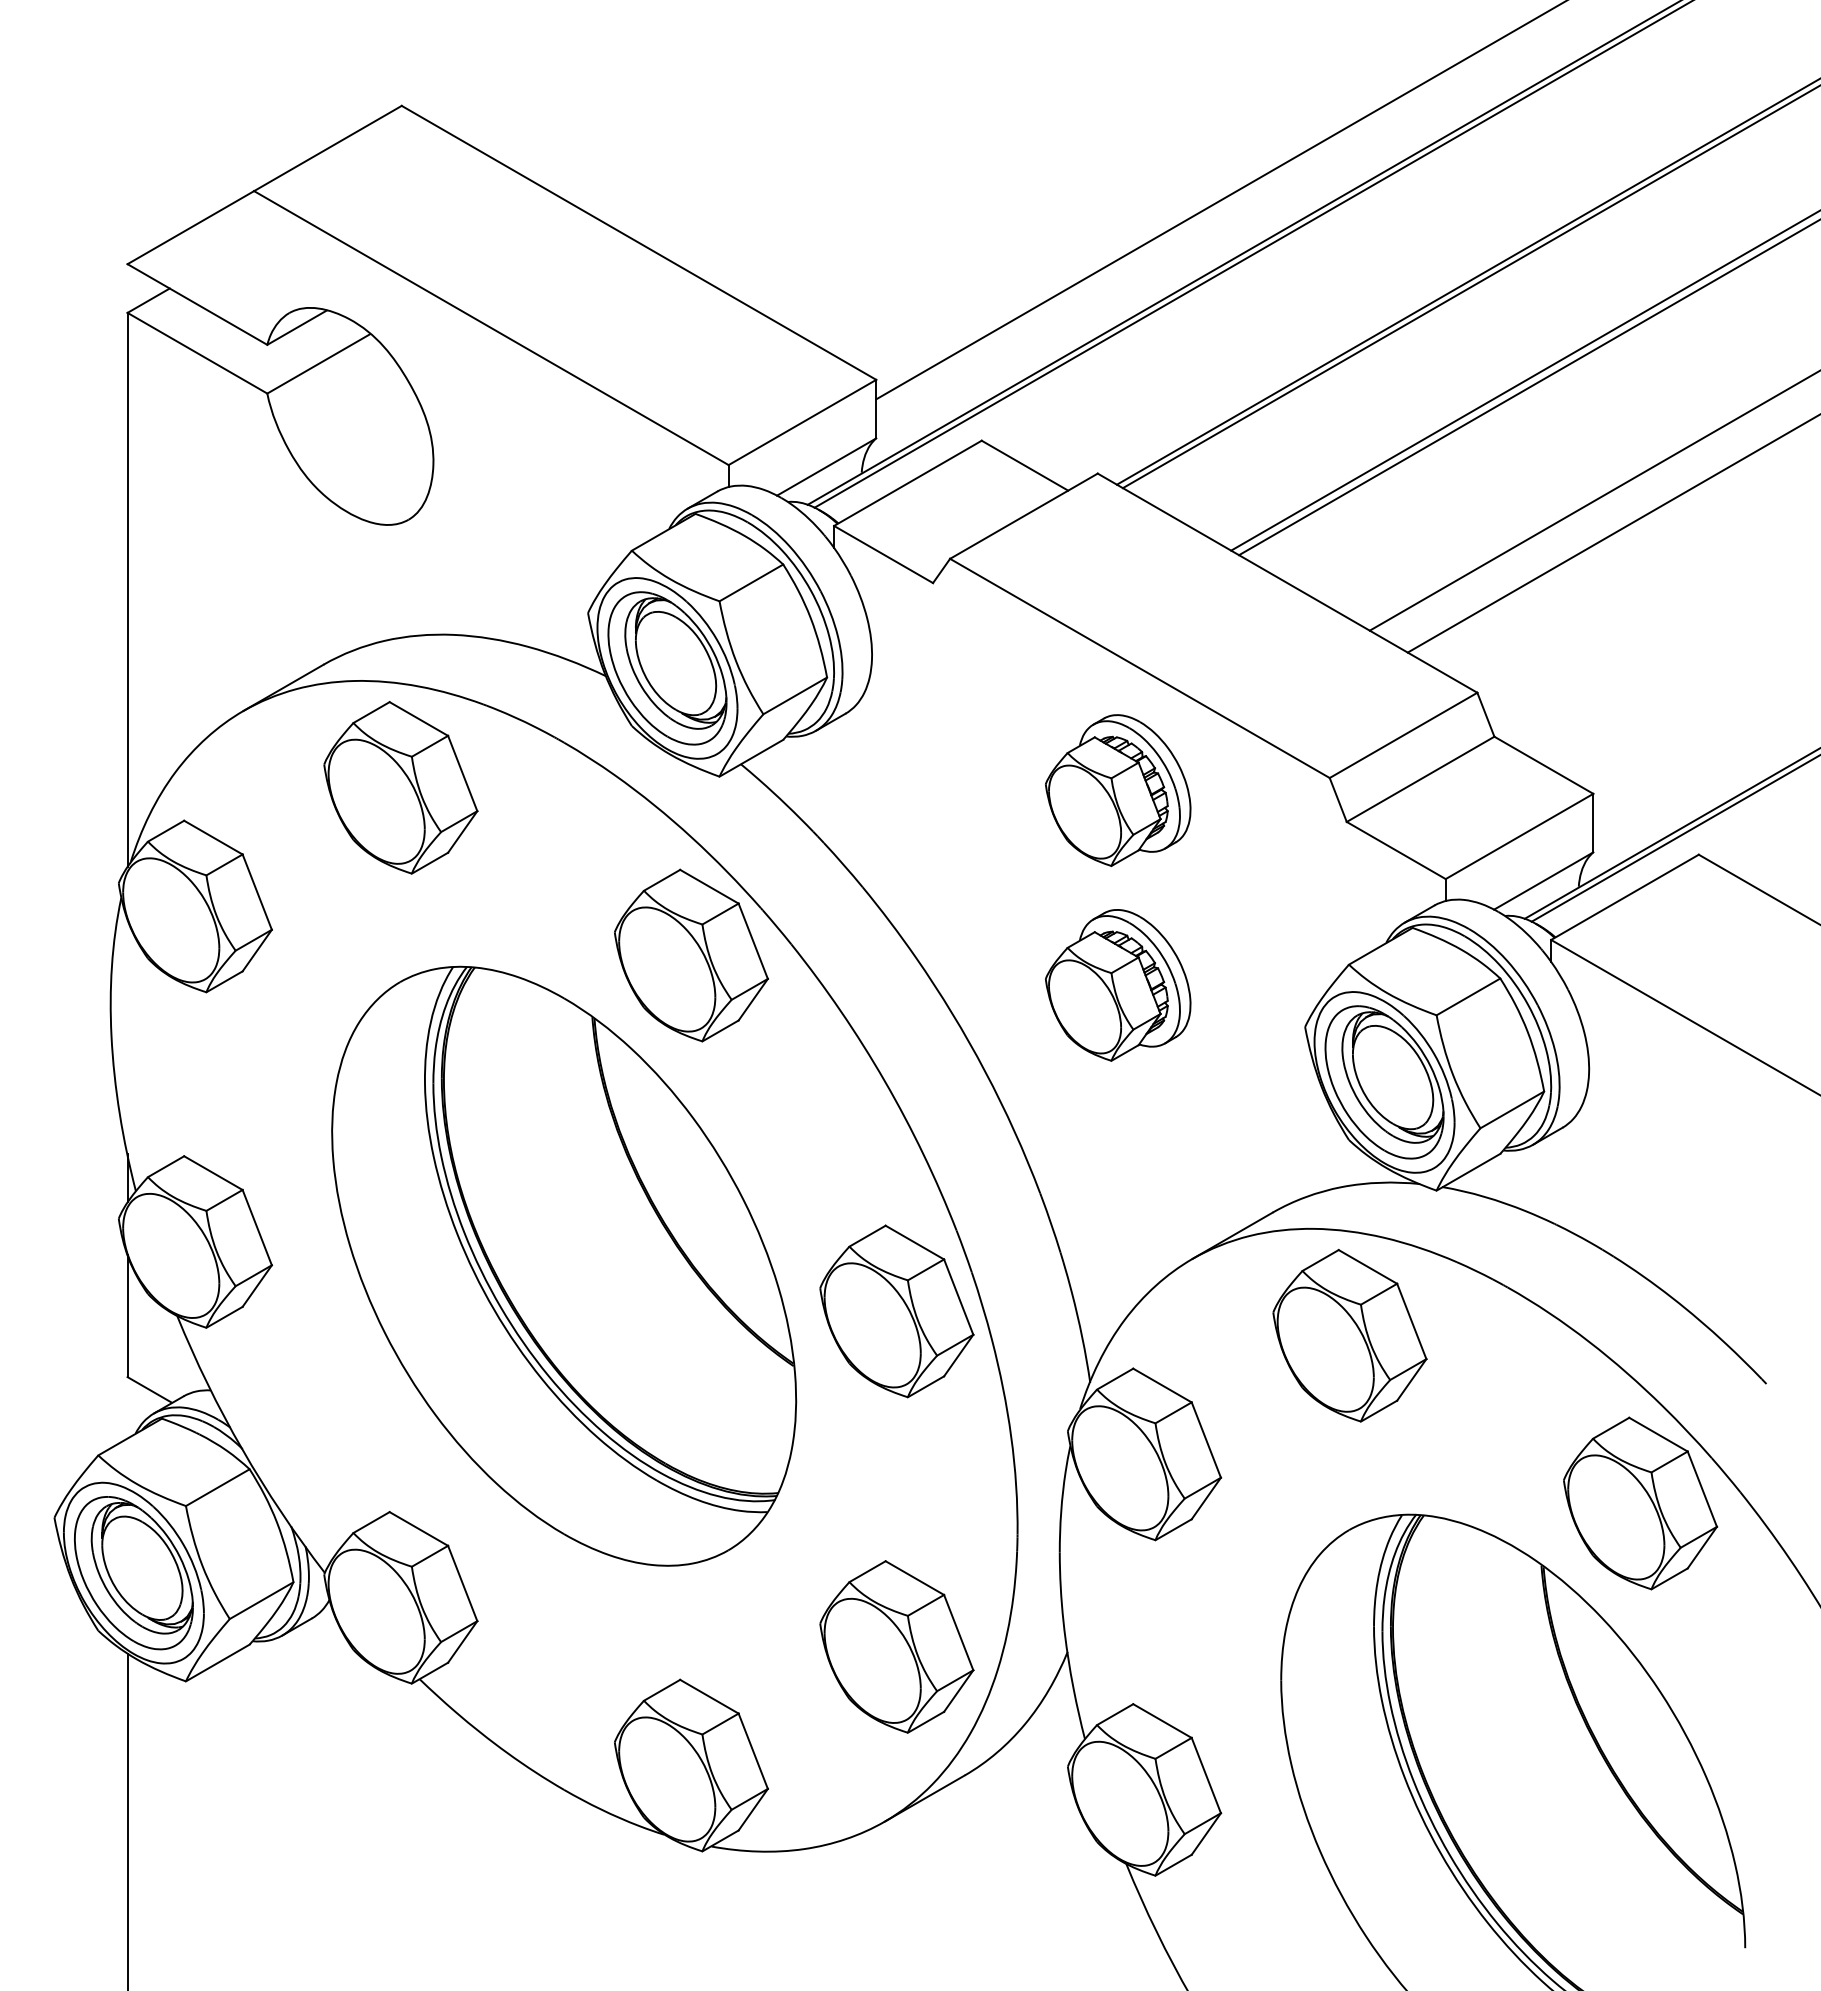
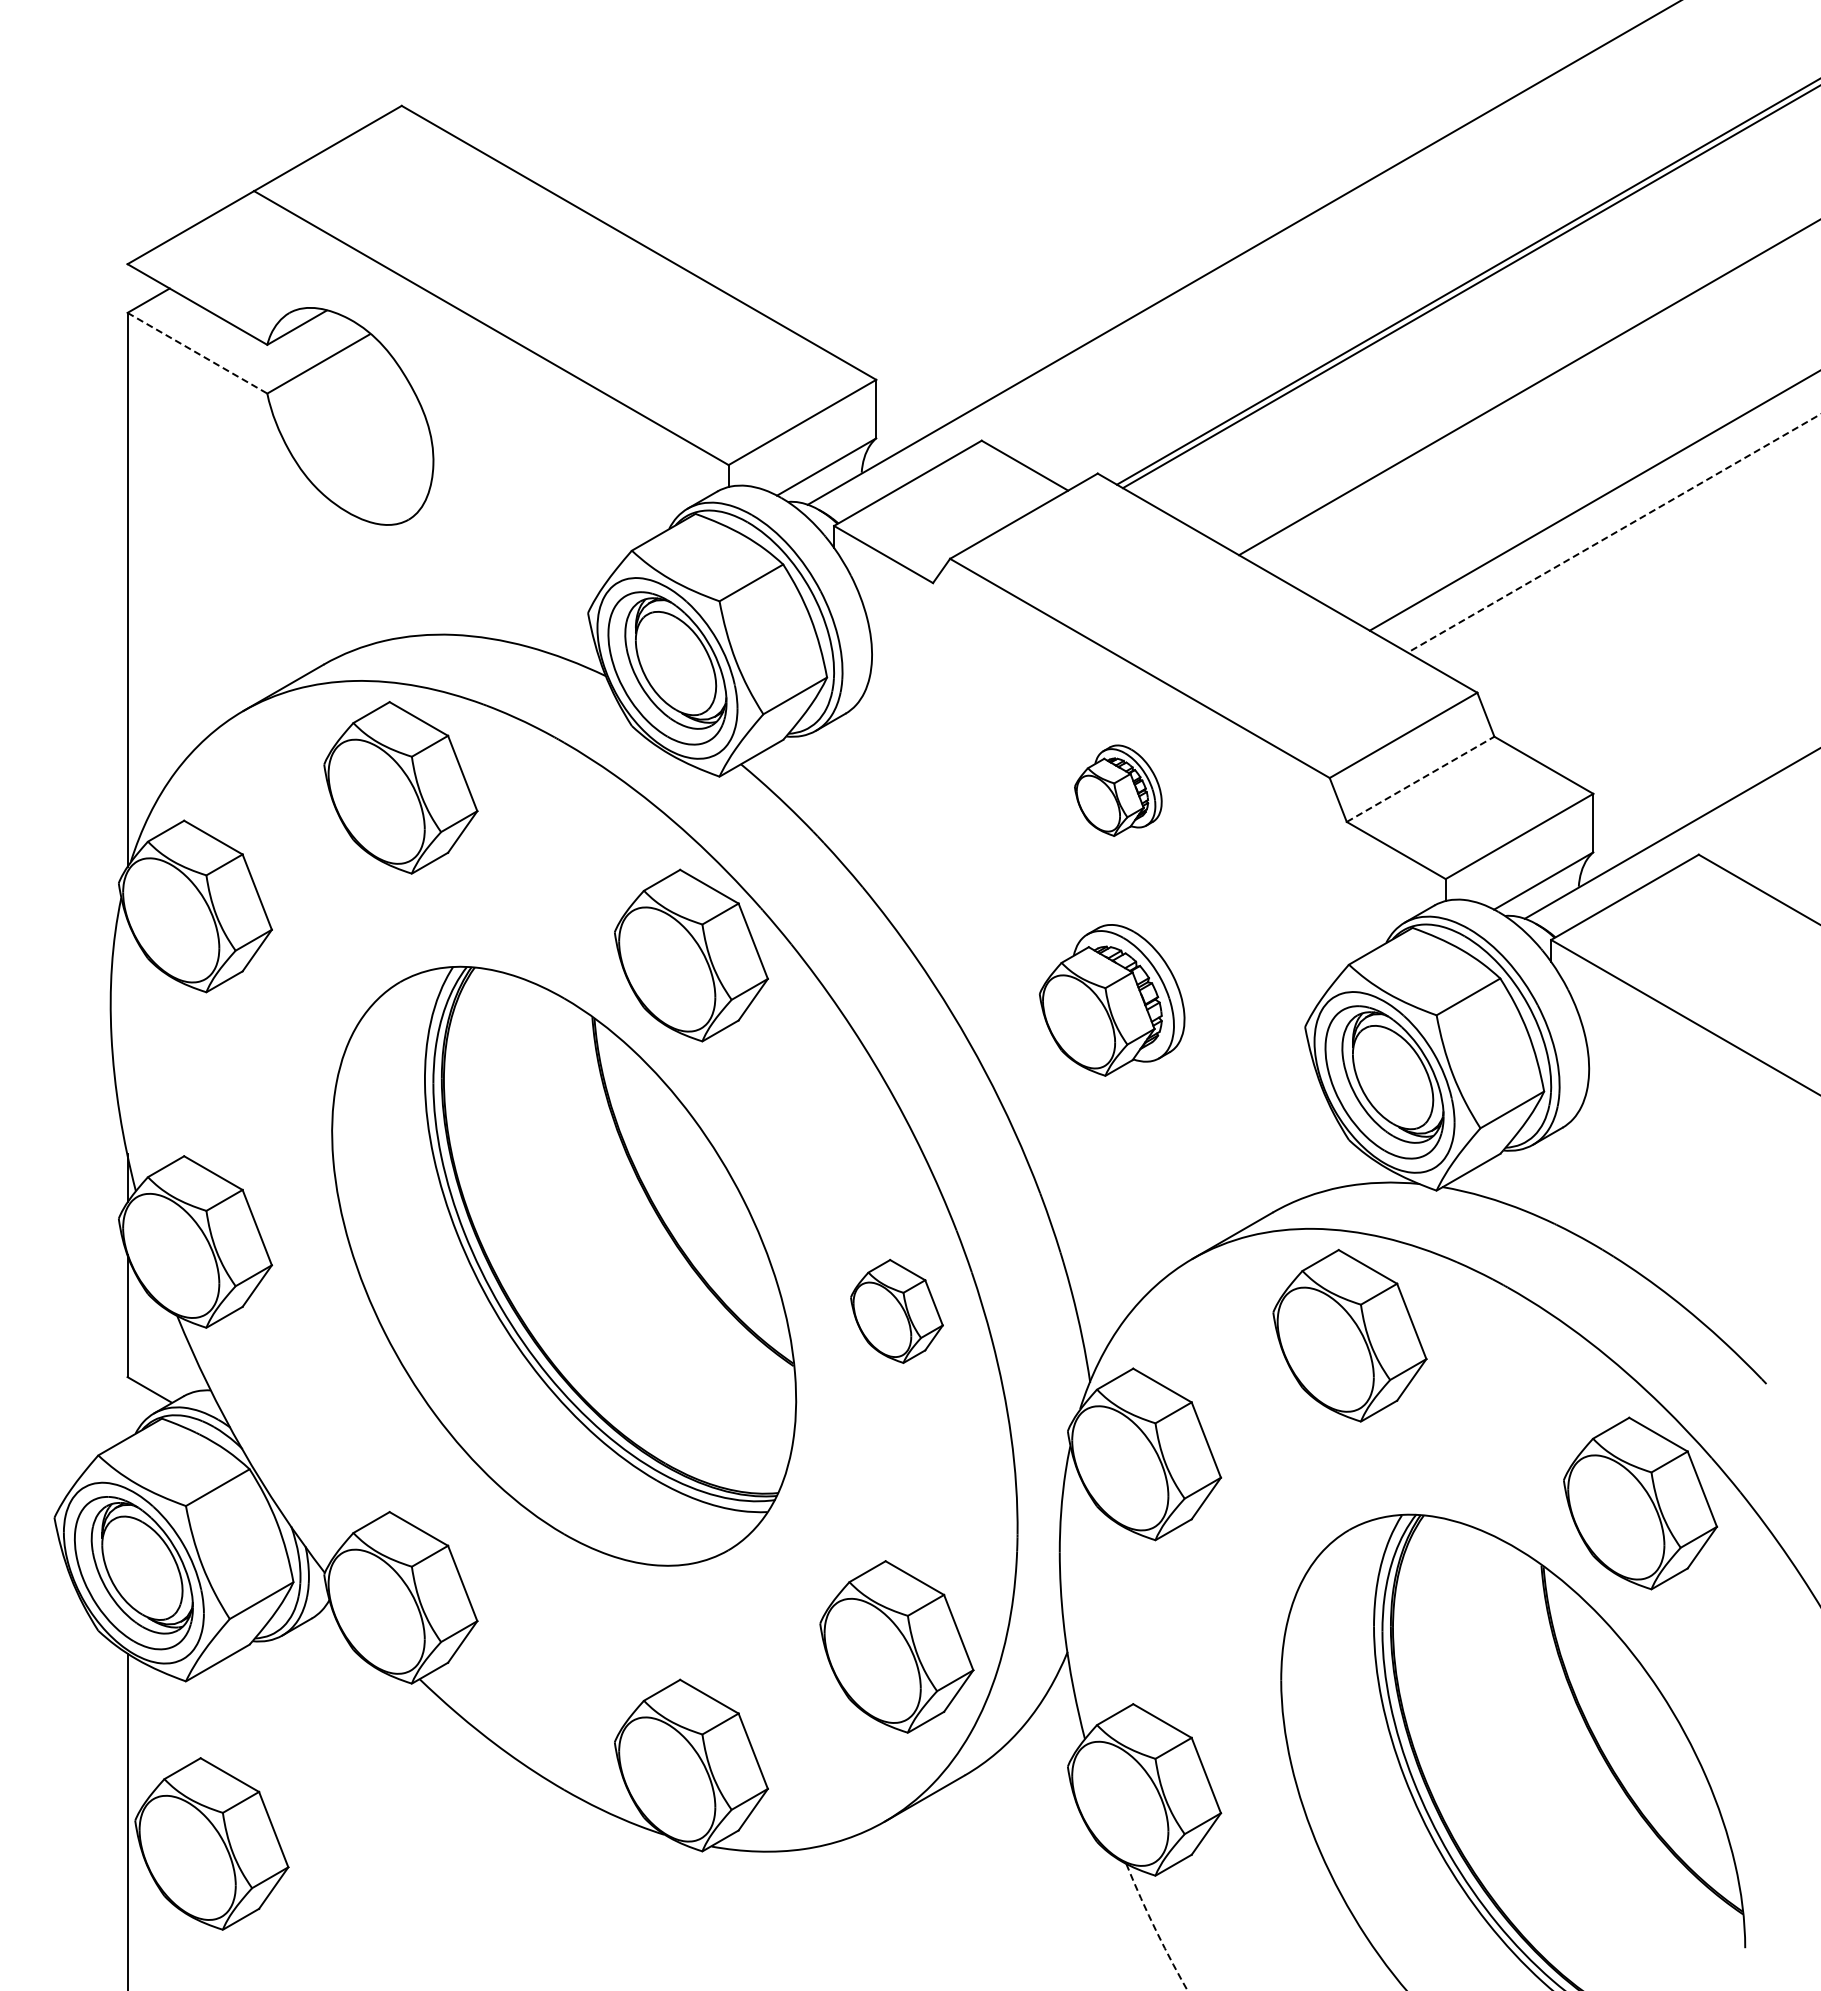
line at (1219, 200): present -> none
line at (1252, 254): present -> none
line at (197, 353): solid -> dashed
line at (1524, 381): present -> none
line at (1613, 533): solid -> dashed
line at (1421, 779): solid -> dashed
part at (1118, 790) size: 147x154 px -> 89x93 px
line at (1674, 838): present -> none
part at (1118, 985) position: (1118, 985) -> (1112, 1000)
part at (896, 1311) size: 156x175 px -> 94x106 px
part at (211, 1843): none -> present
arc at (1155, 1929): solid -> dashed
